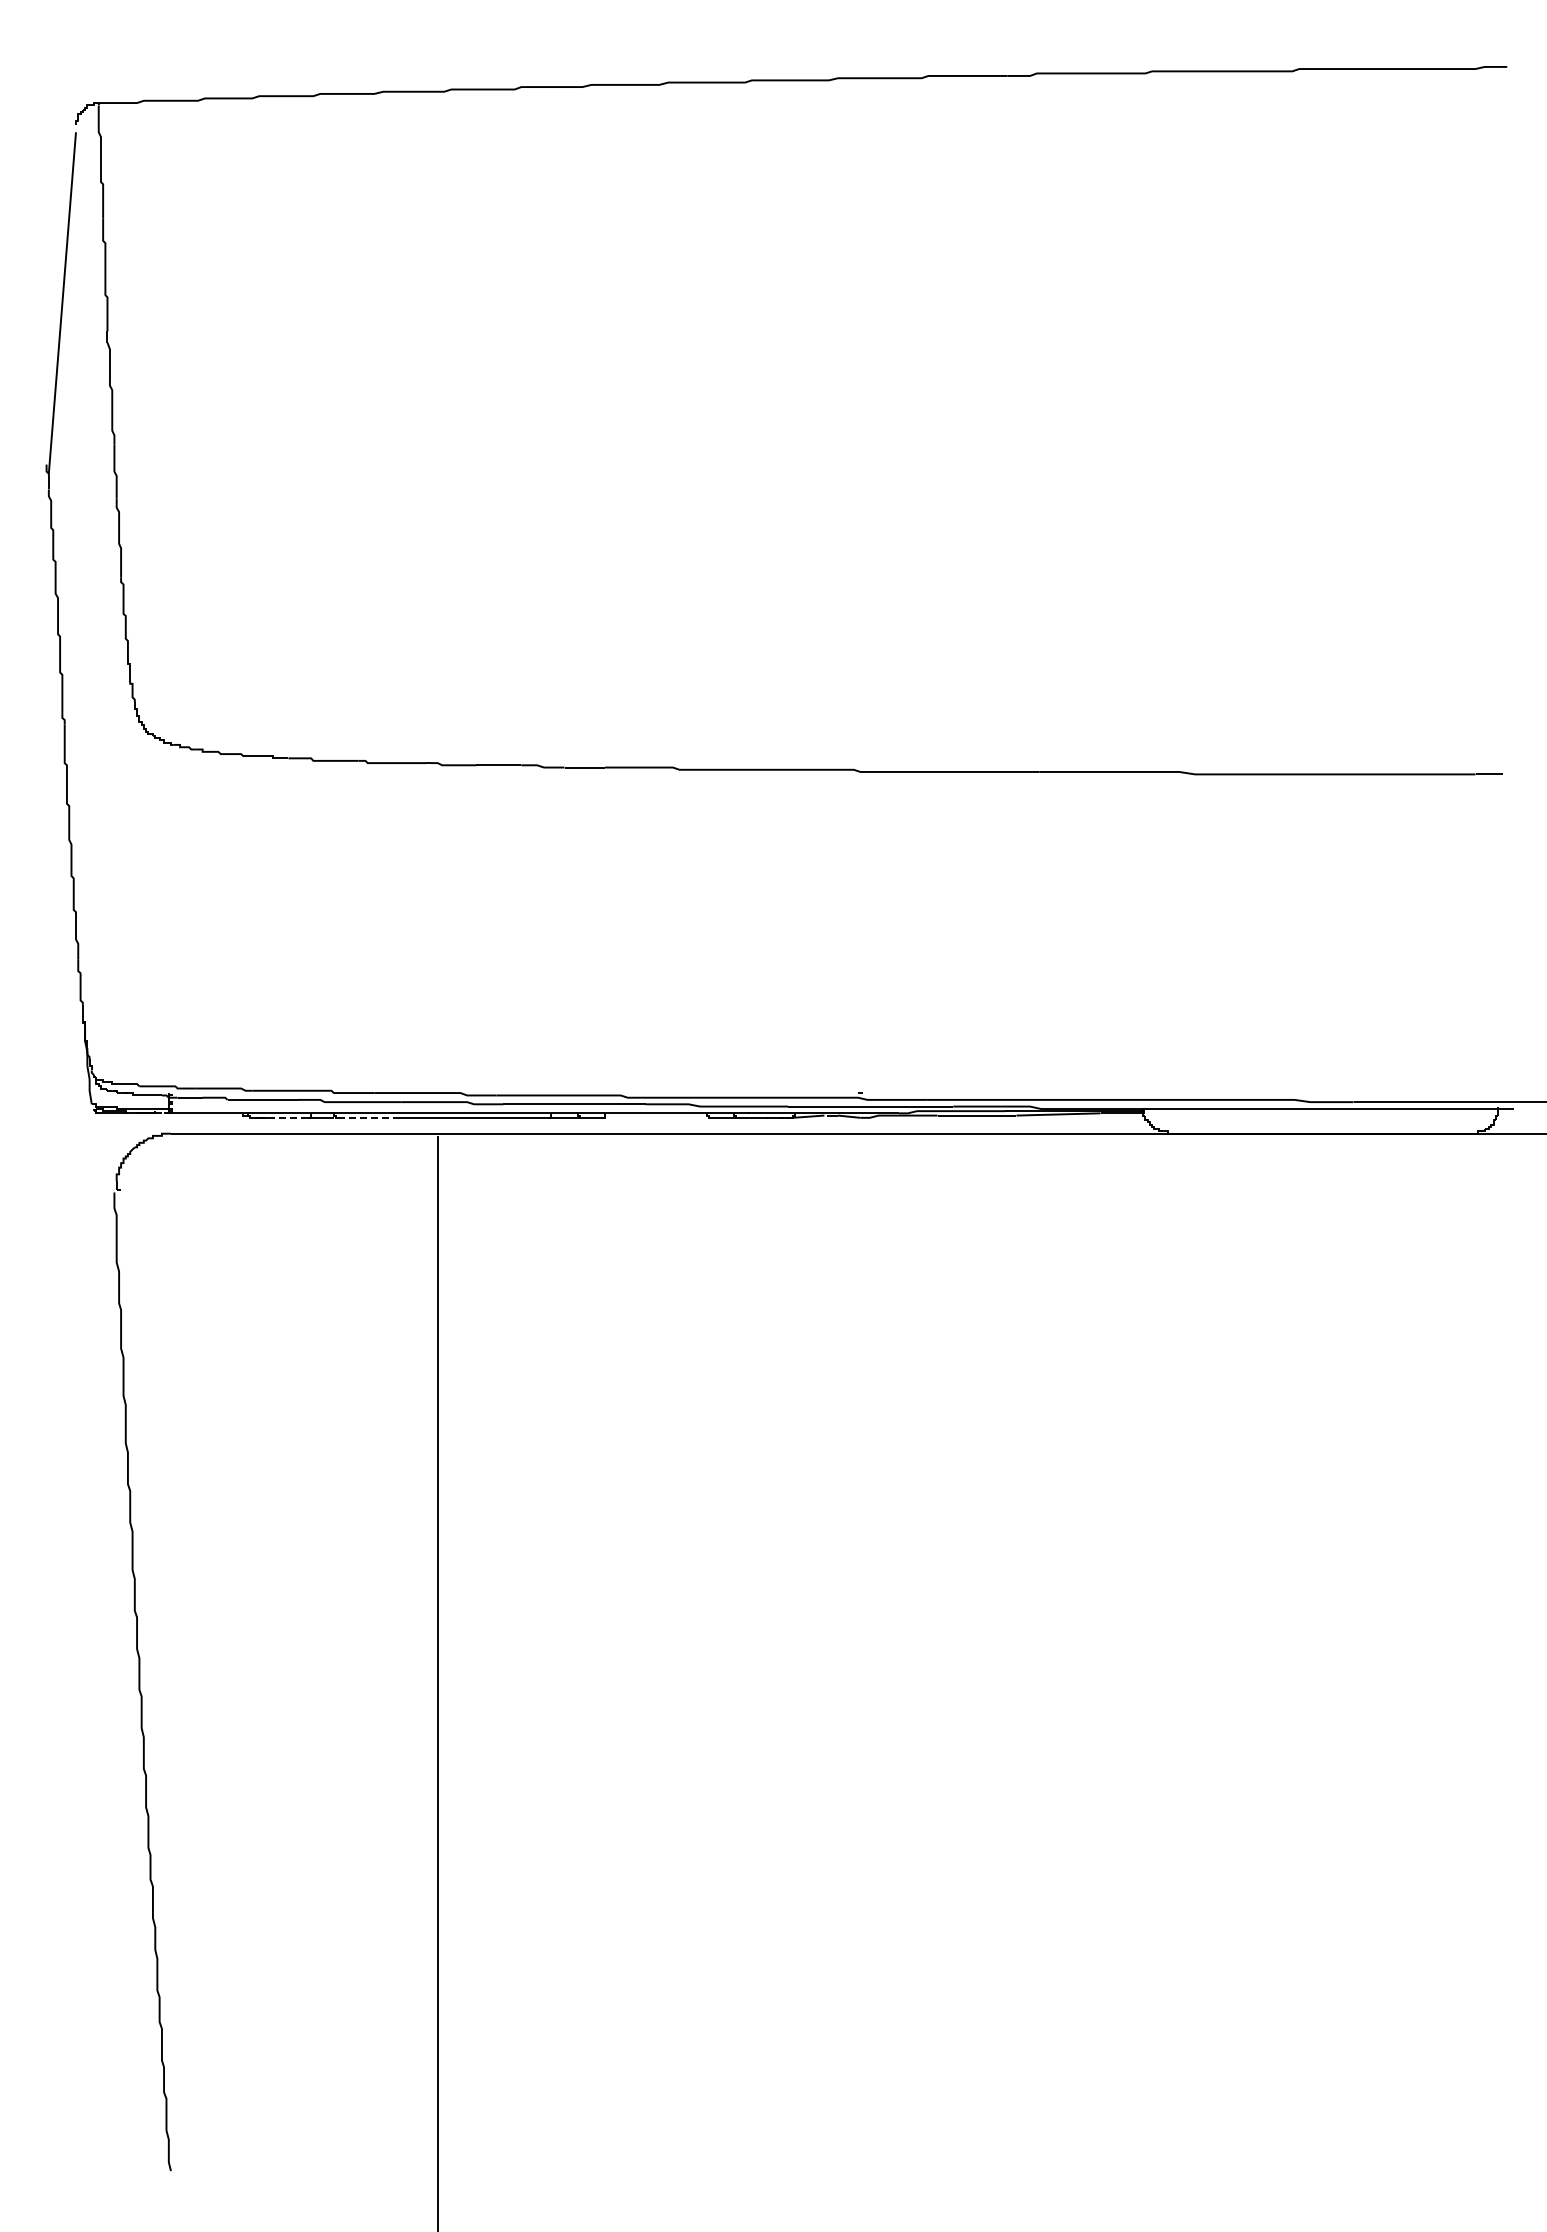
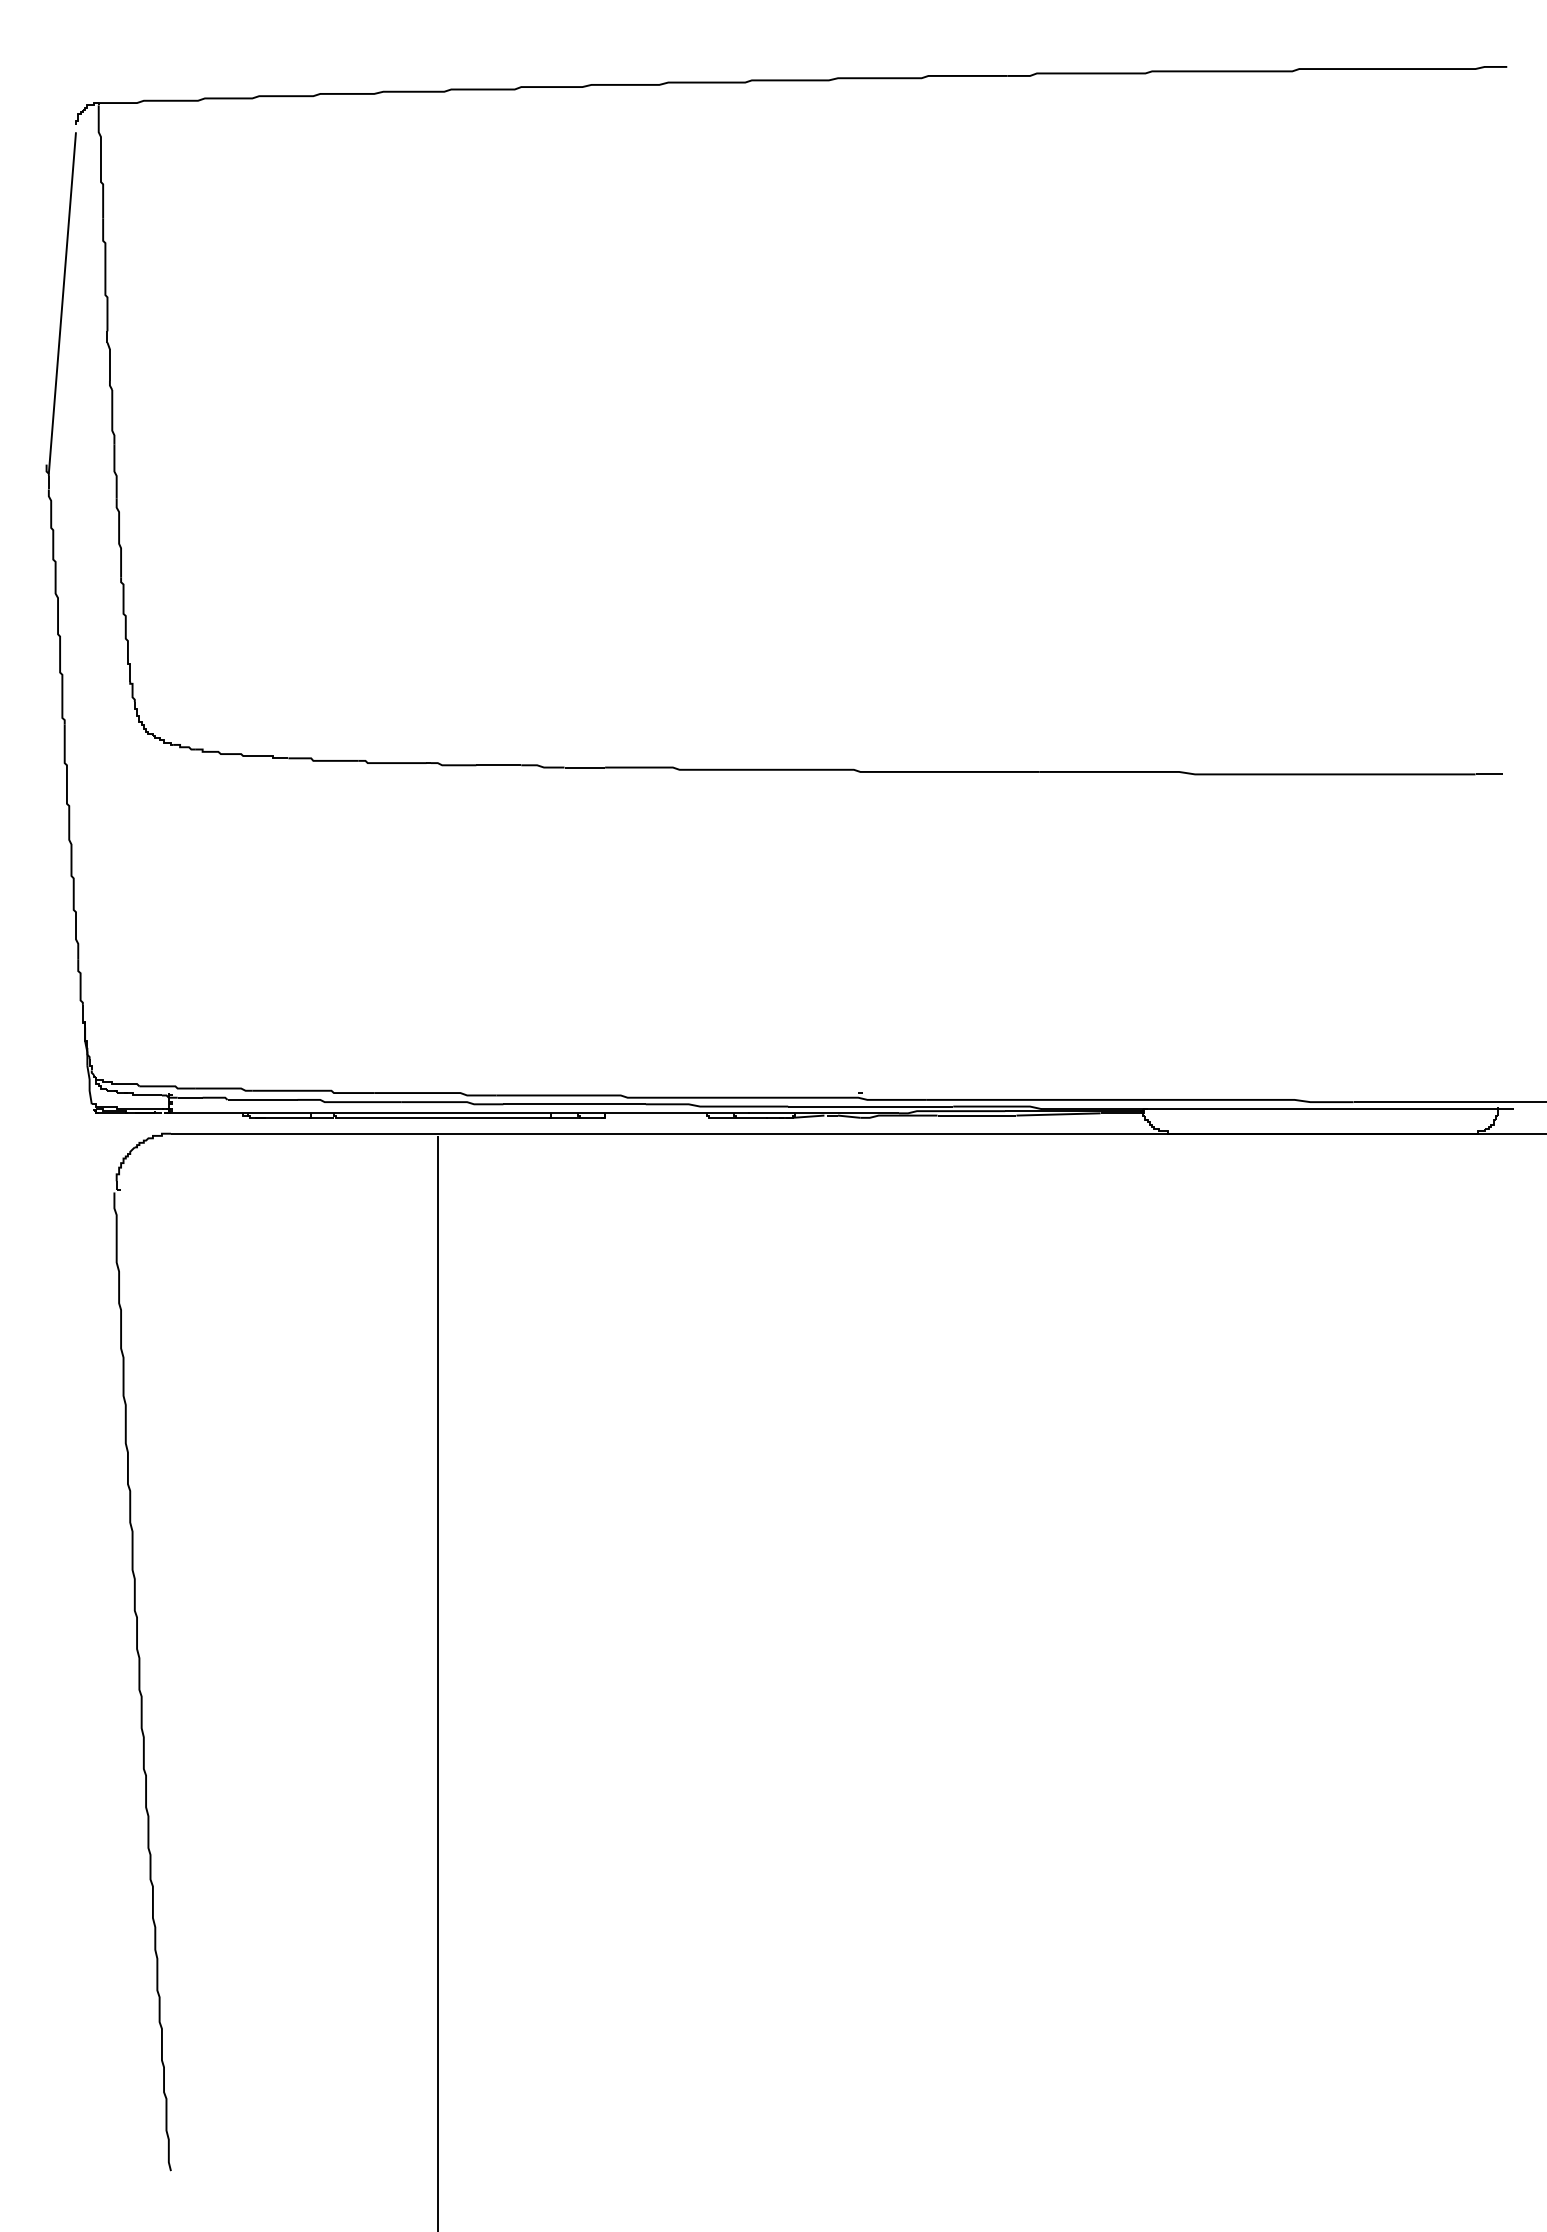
line at (287, 1117): dashed -> solid
line at (365, 1117): dashed -> solid
